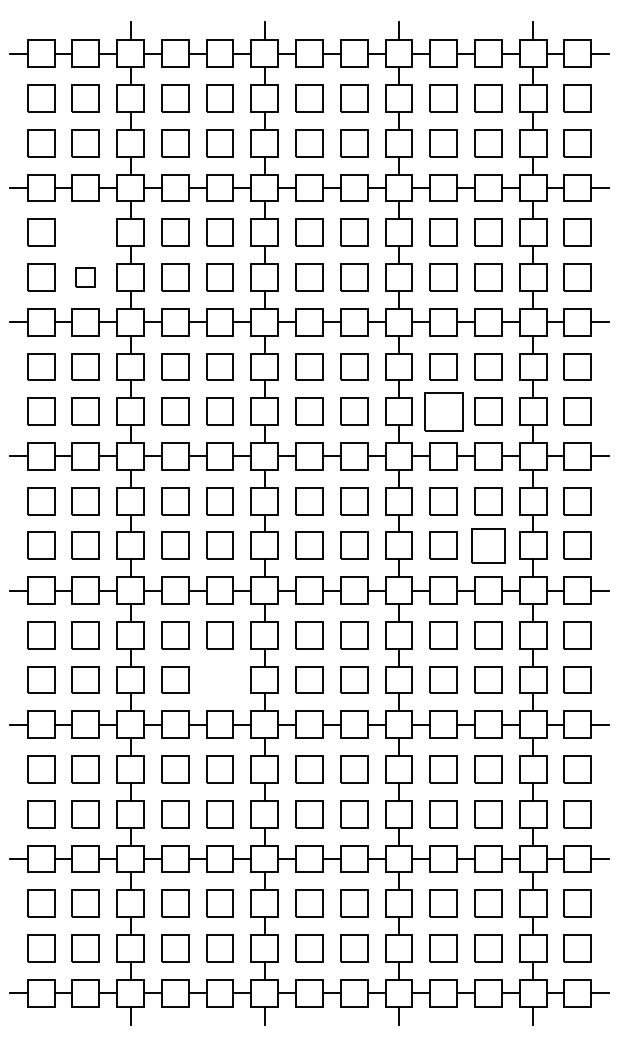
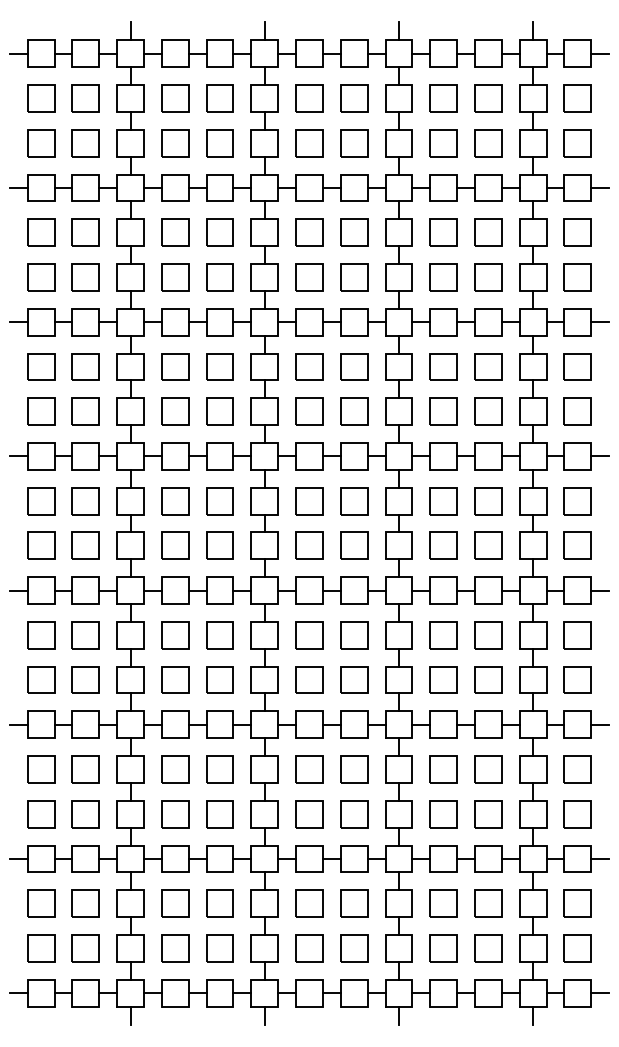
part at (85, 232): none -> present
part at (85, 277) size: 21x21 px -> 29x29 px
part at (443, 411) size: 40x40 px -> 29x29 px
part at (488, 545) size: 35x36 px -> 29x29 px
part at (219, 679): none -> present
